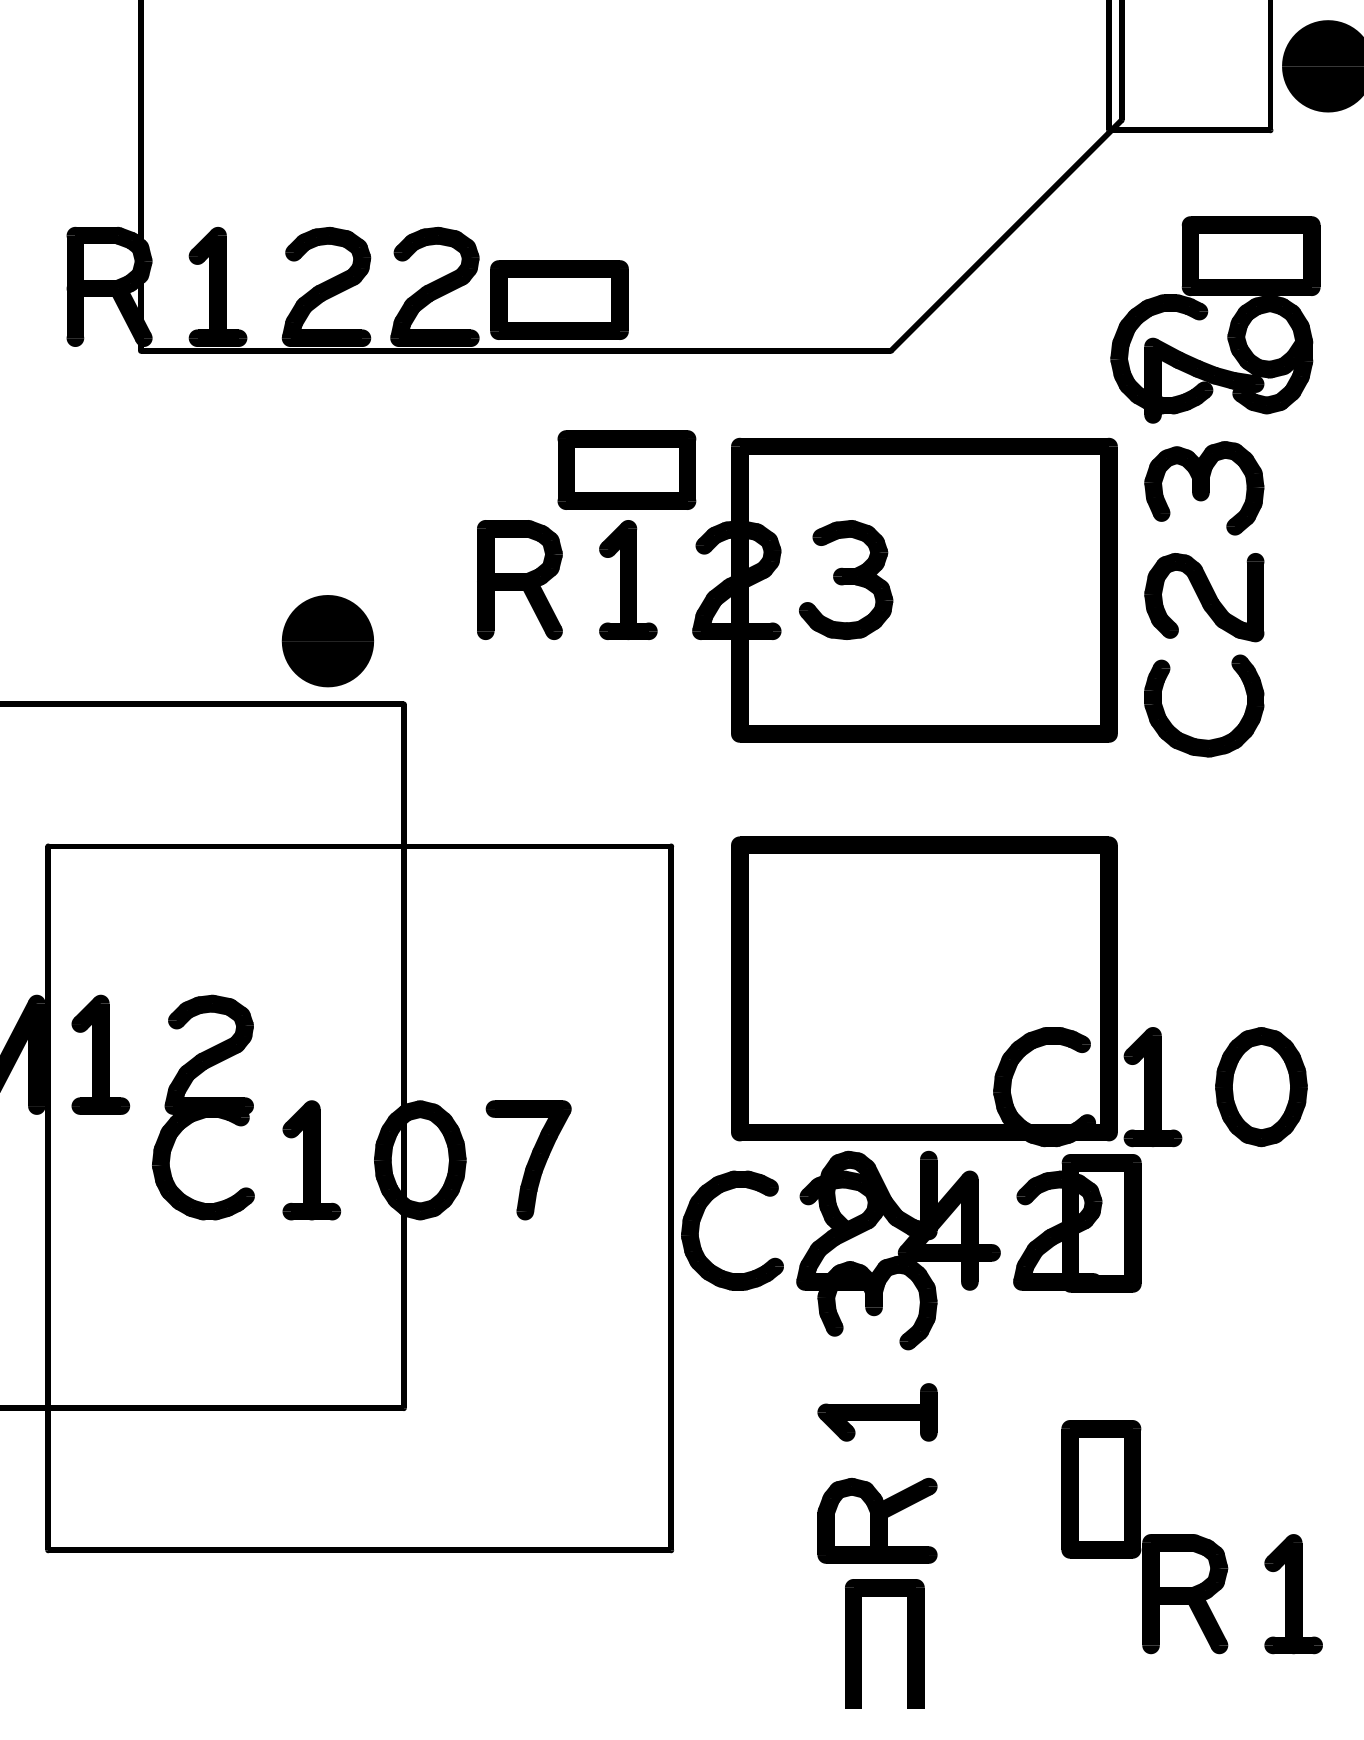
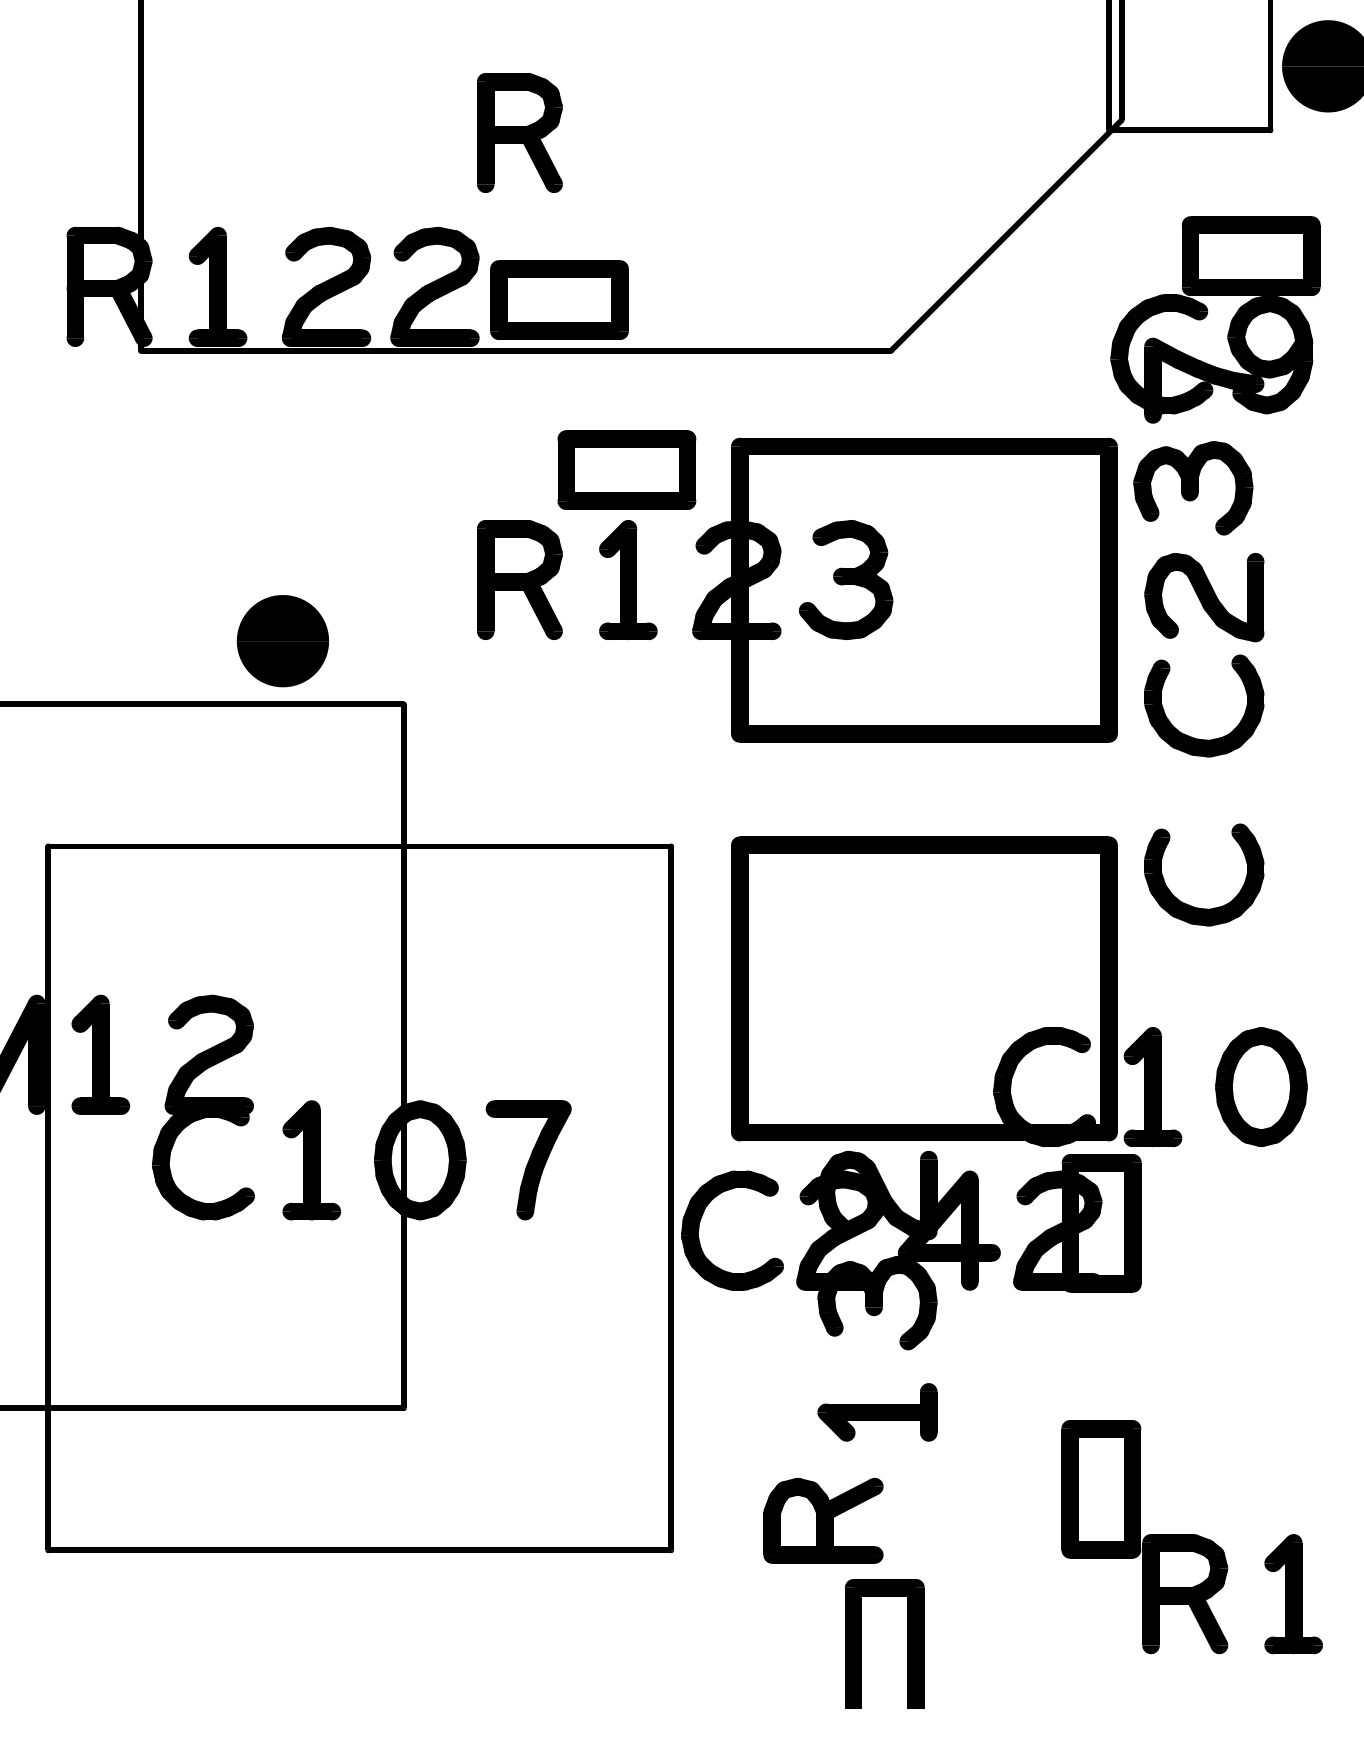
part at (519, 132): none -> present
part at (1204, 488) position: (1204, 488) -> (1193, 488)
part at (327, 641) position: (327, 641) -> (282, 641)
part at (1199, 907): none -> present
part at (877, 1520) position: (877, 1520) -> (823, 1520)
